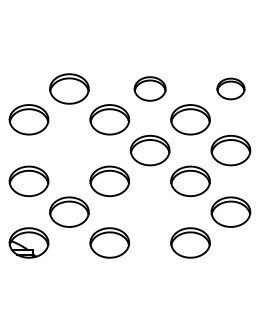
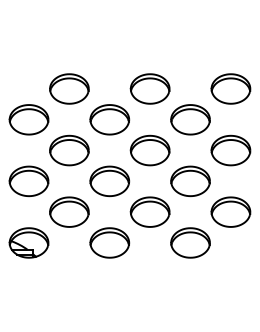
part at (149, 88) size: 34x26 px -> 42x32 px
part at (230, 88) size: 30x24 px -> 42x32 px
part at (69, 150): none -> present
part at (149, 211): none -> present
